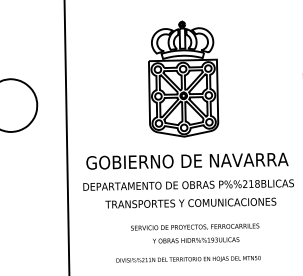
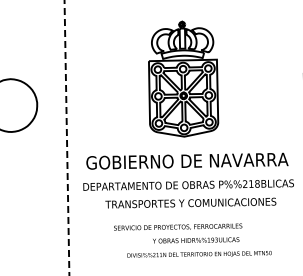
line at (66, 137): solid -> dashed
text at (195, 226) position: (195, 226) -> (178, 226)
text at (188, 259) position: (188, 259) -> (199, 254)
